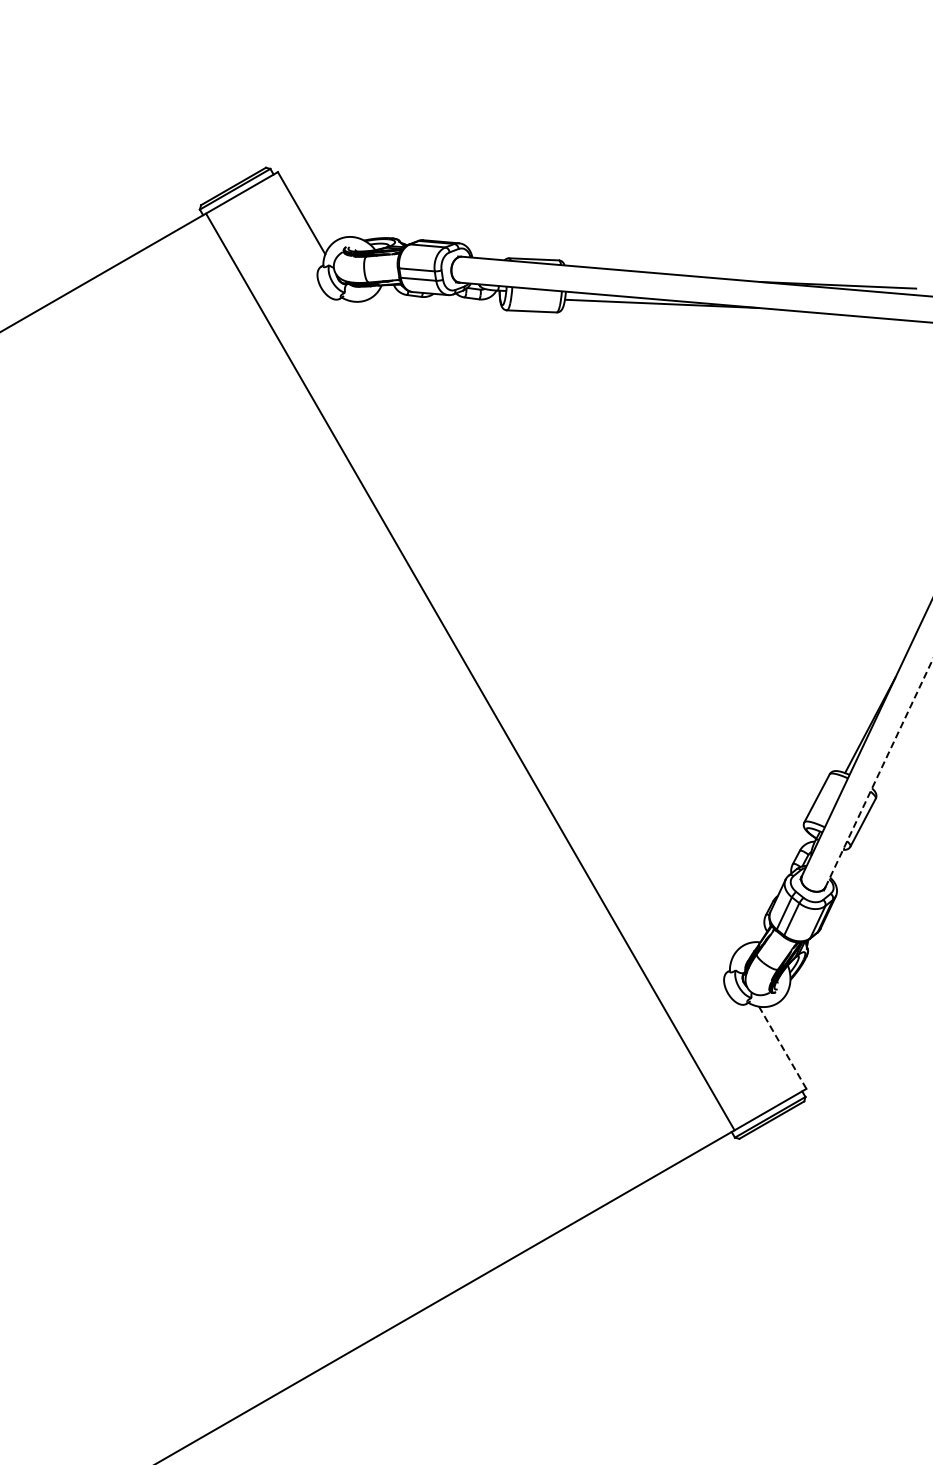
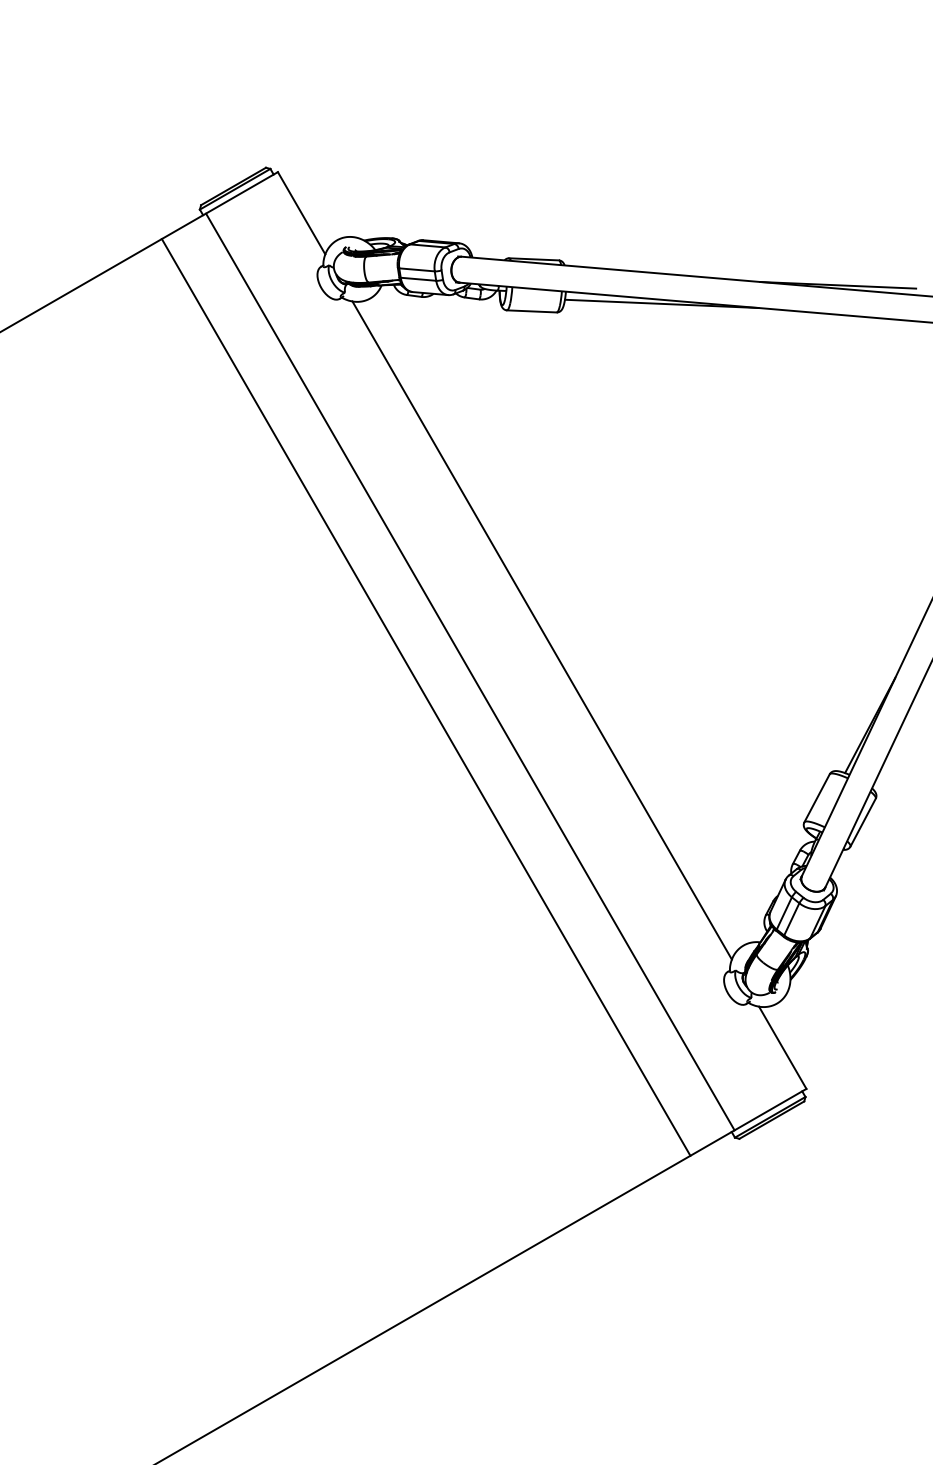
line at (541, 630): none -> present
line at (425, 697): none -> present
line at (879, 773): dashed -> solid
line at (782, 1047): dashed -> solid
